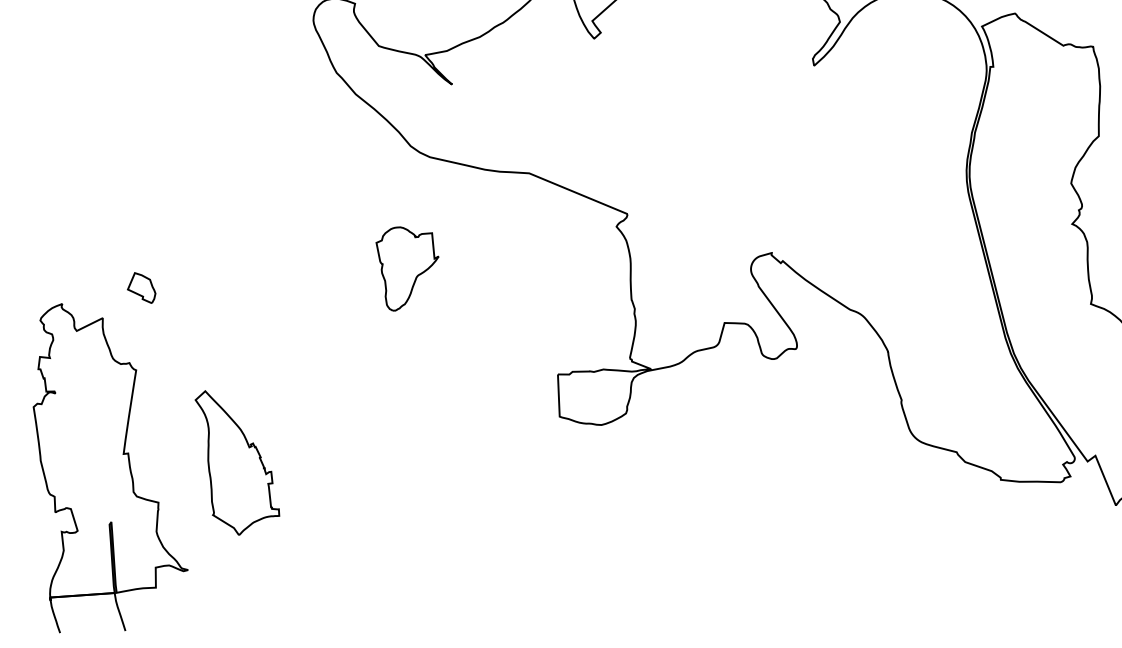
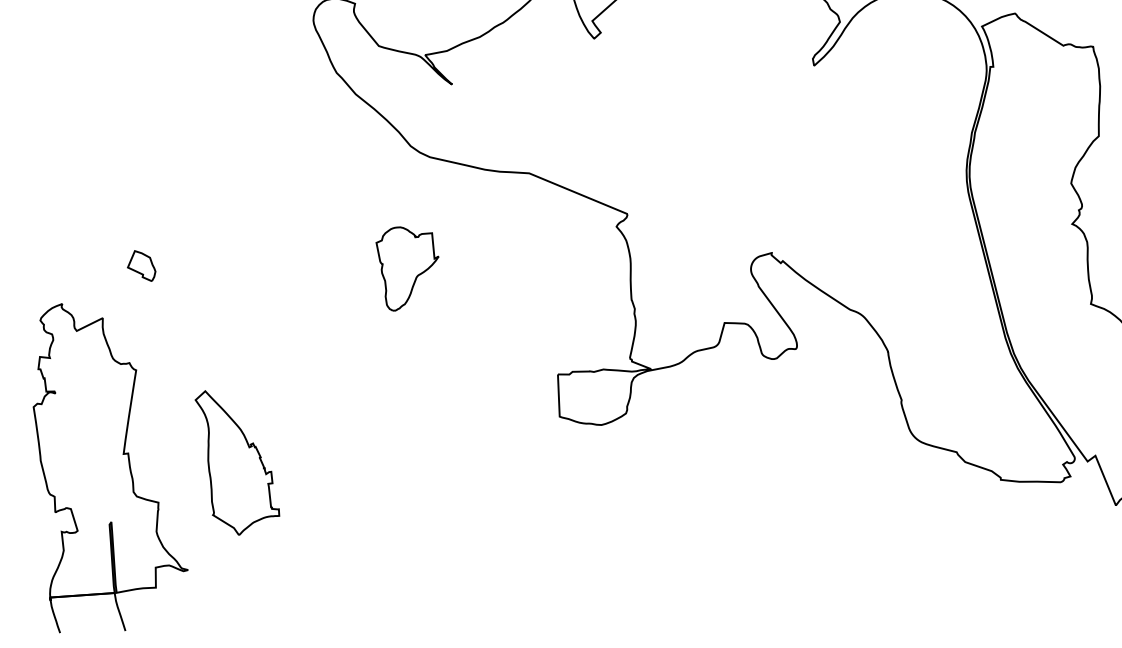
part at (141, 287) position: (141, 287) -> (141, 265)
